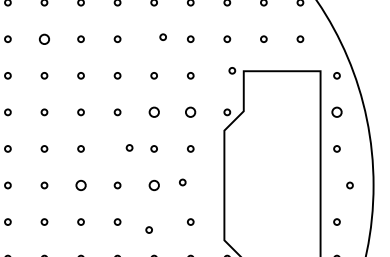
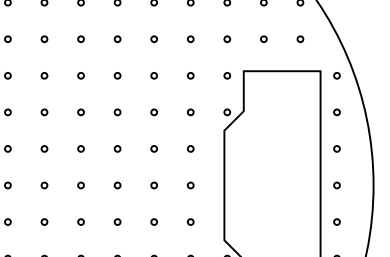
circle at (162, 36) position: (162, 36) -> (153, 38)
circle at (43, 38) size: 12x12 px -> 9x8 px
circle at (232, 70) position: (232, 70) -> (227, 75)
circle at (153, 111) size: 12x12 px -> 8x9 px
circle at (190, 111) size: 12x12 px -> 8x9 px
circle at (336, 111) size: 12x12 px -> 8x9 px
circle at (129, 147) position: (129, 147) -> (117, 148)
circle at (182, 182) position: (182, 182) -> (190, 185)
circle at (80, 184) size: 12x12 px -> 8x9 px
circle at (153, 184) size: 12x12 px -> 8x9 px
circle at (349, 185) position: (349, 185) -> (336, 185)
circle at (148, 229) position: (148, 229) -> (153, 221)
